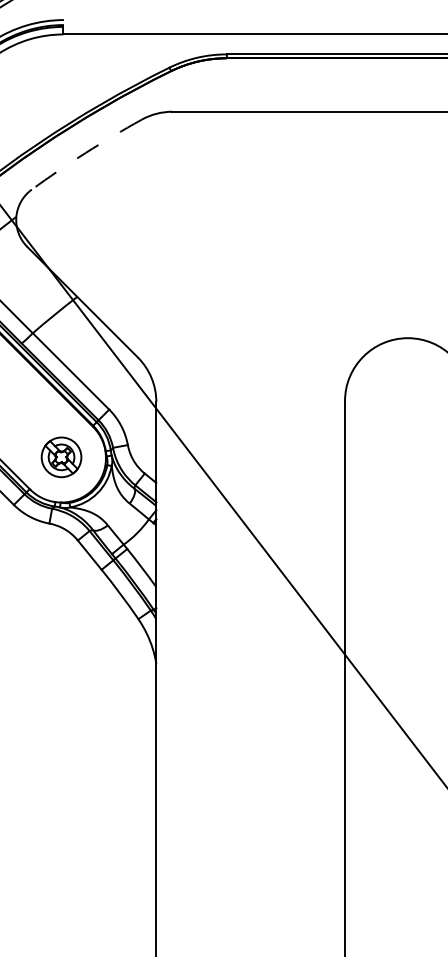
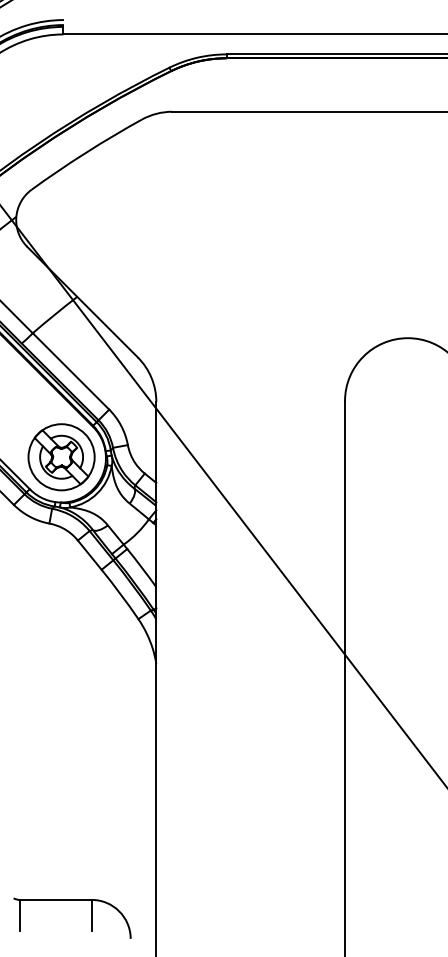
arc at (85, 152): dashed -> solid
part at (61, 457) size: 43x43 px -> 69x69 px
part at (72, 900): none -> present
